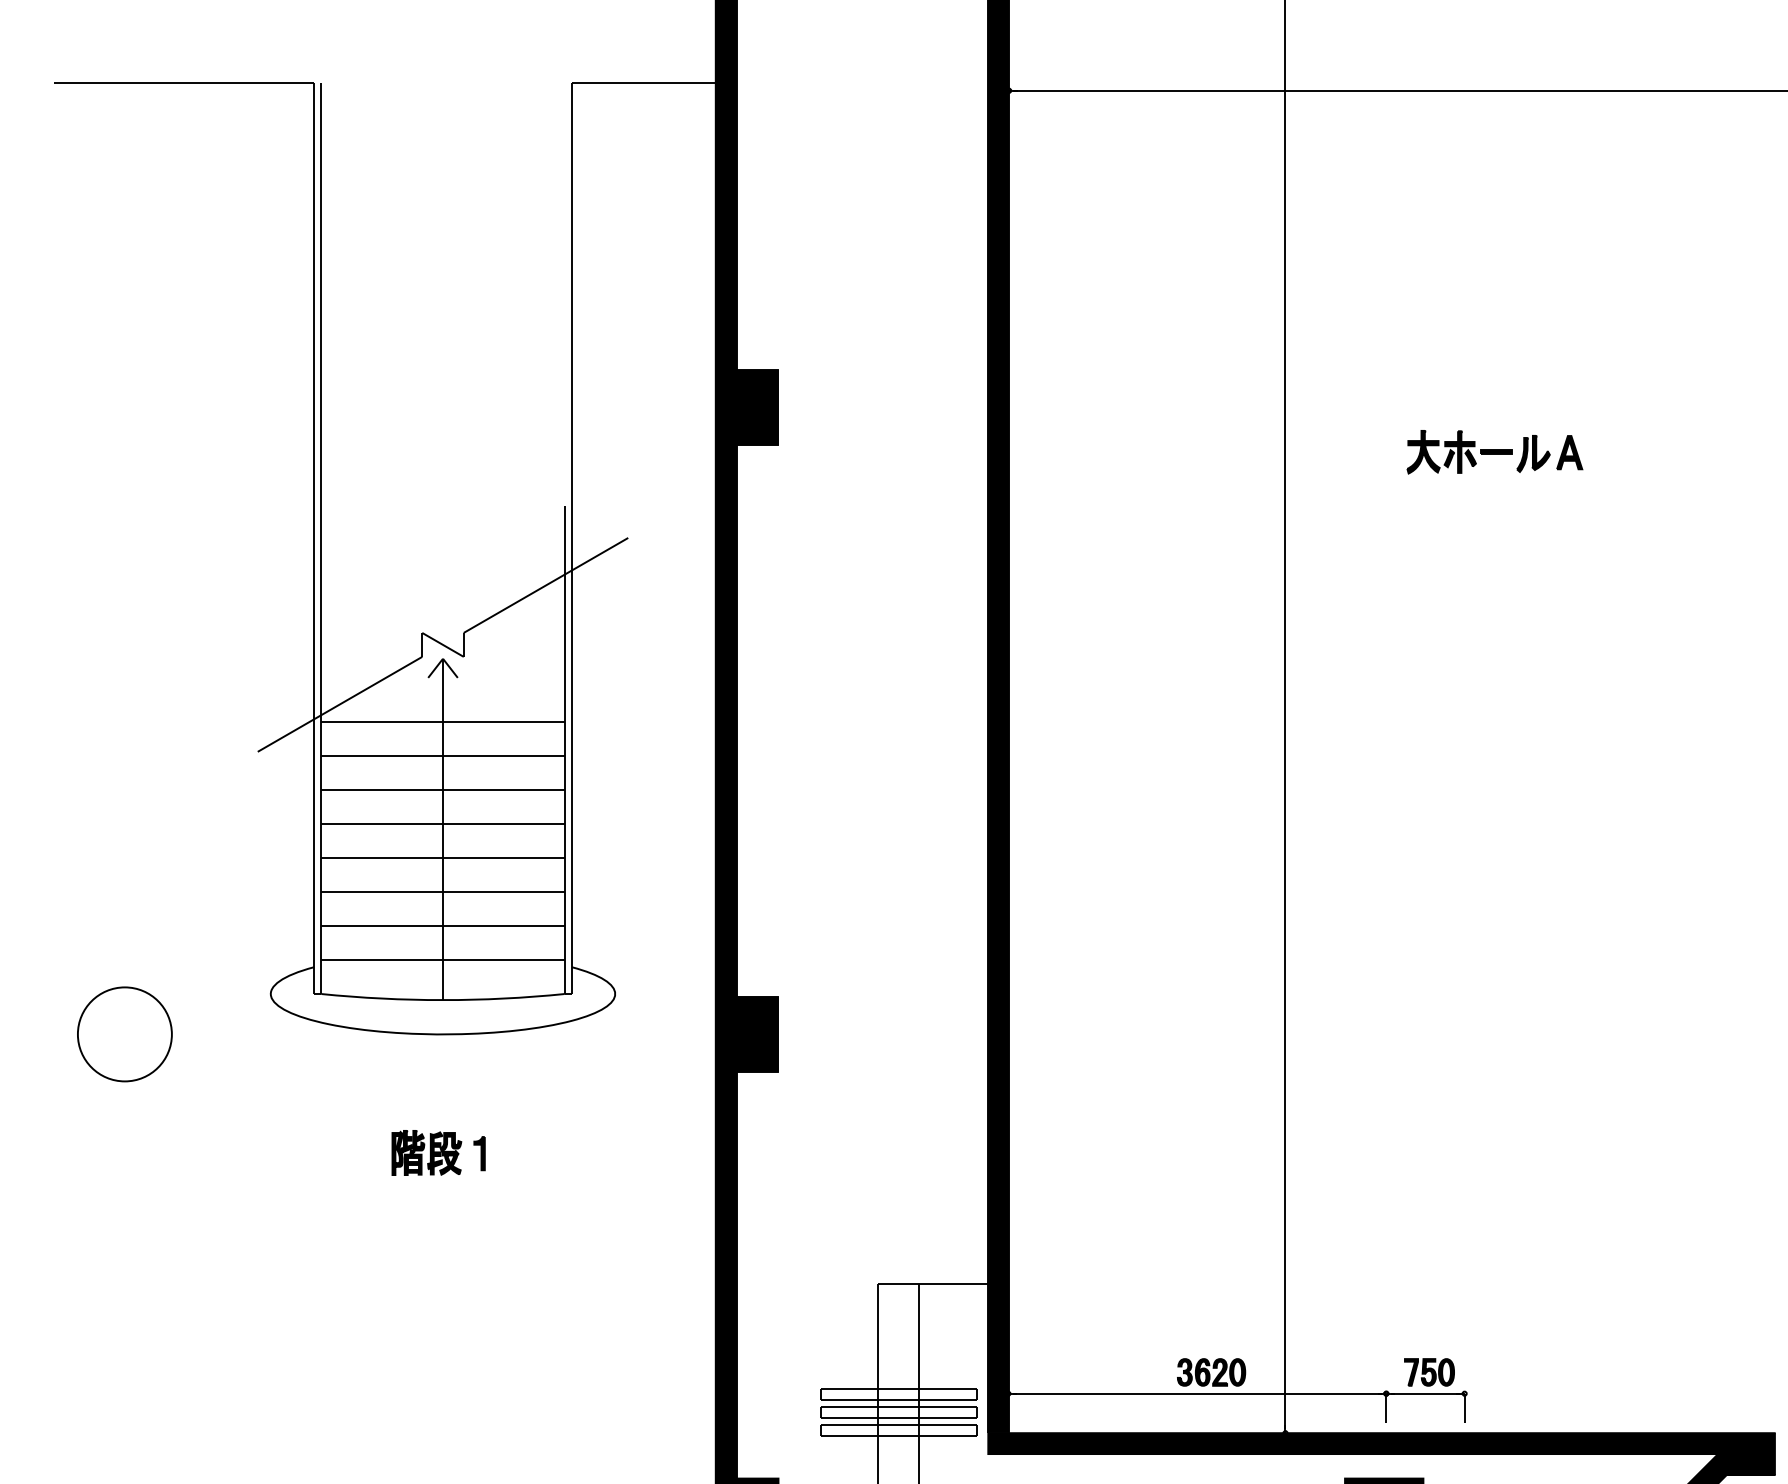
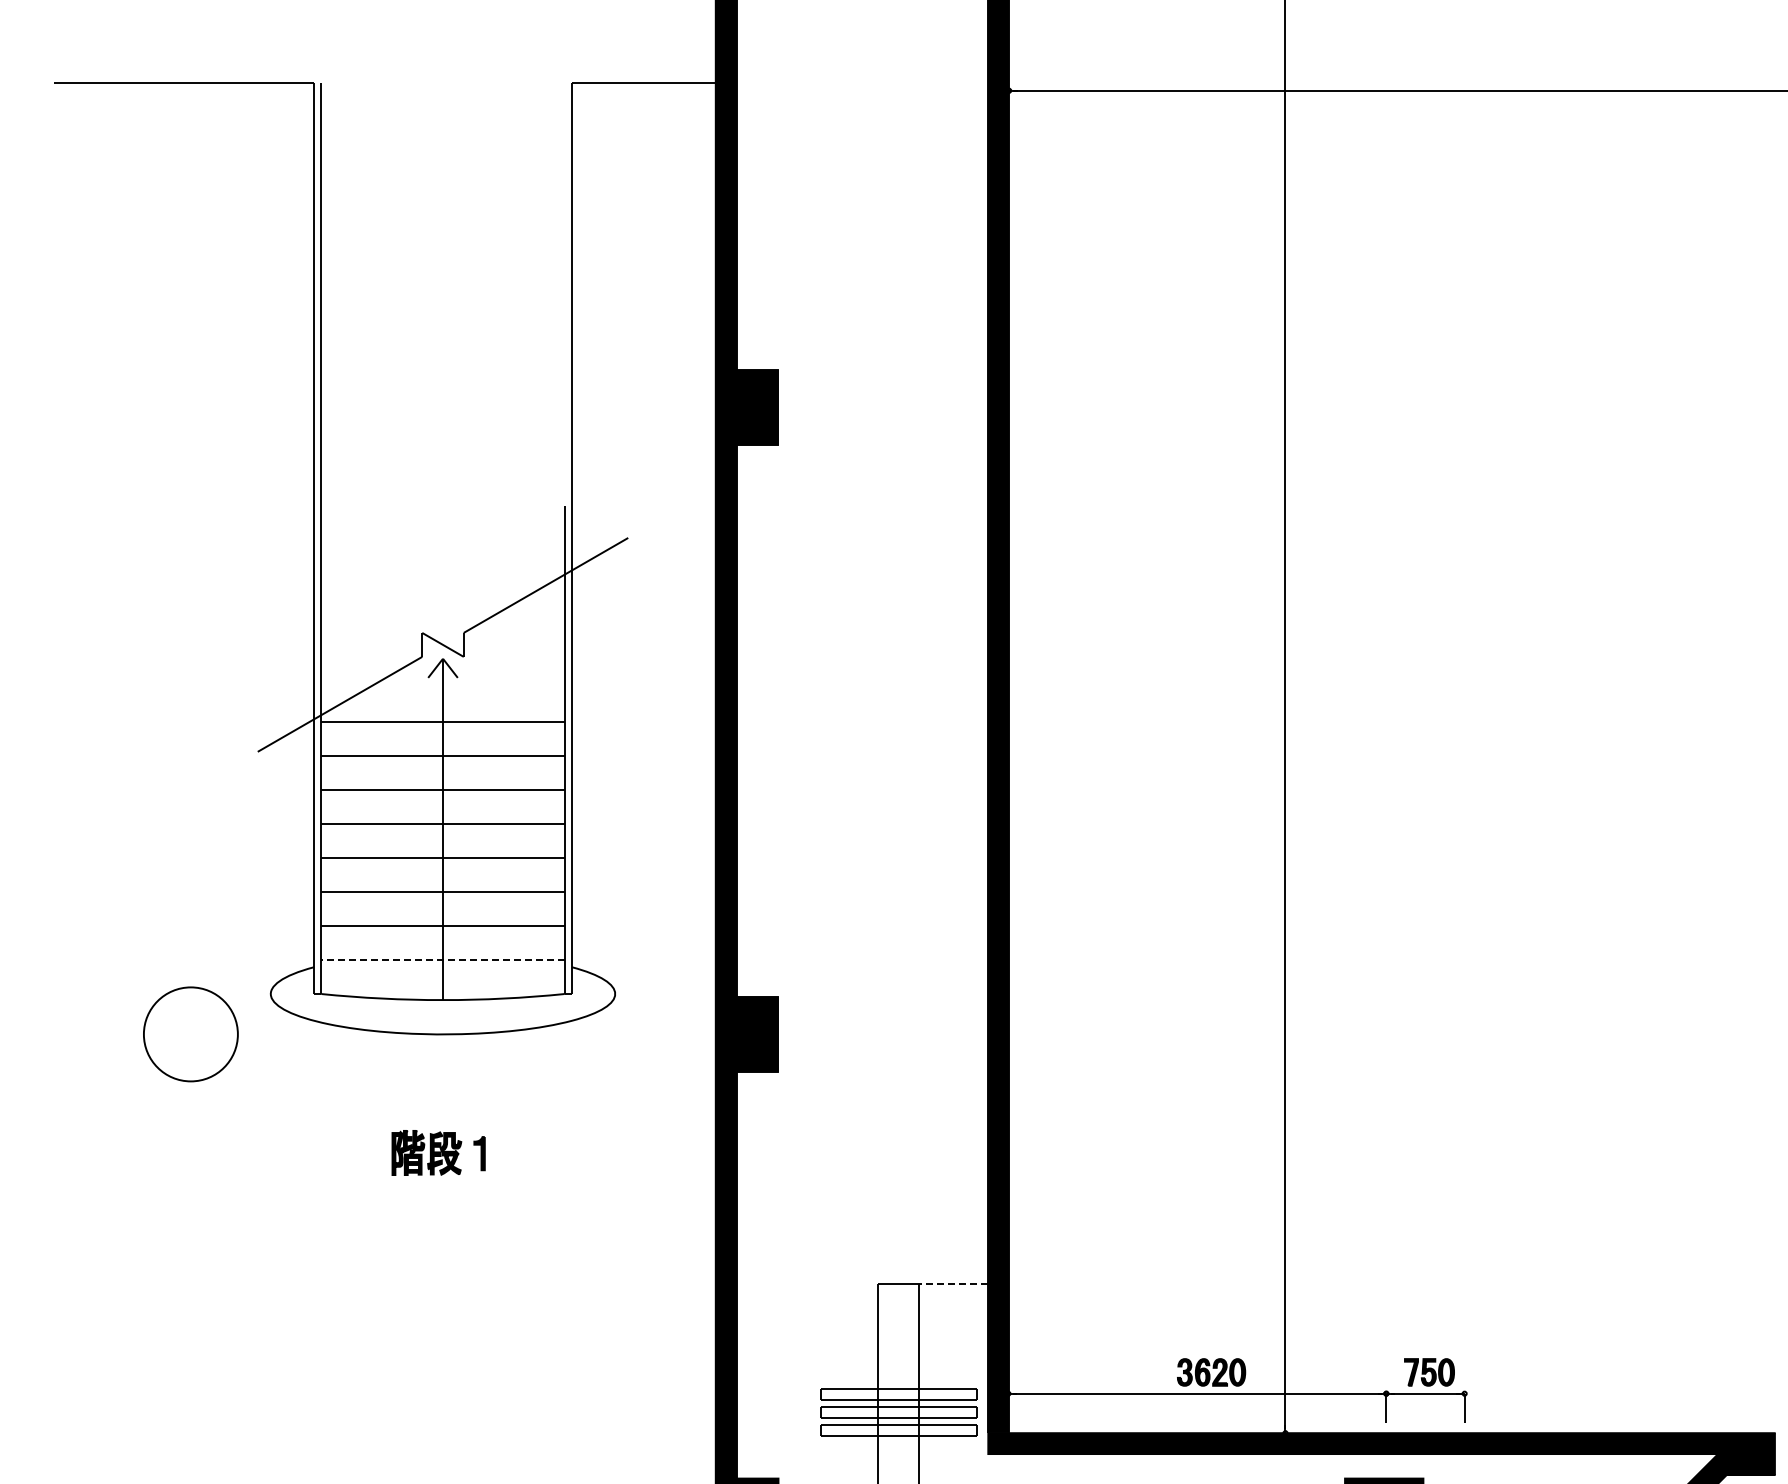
part at (1494, 452): present -> none
line at (443, 960): solid -> dashed
part at (124, 1034) position: (124, 1034) -> (190, 1034)
line at (953, 1284): solid -> dashed
